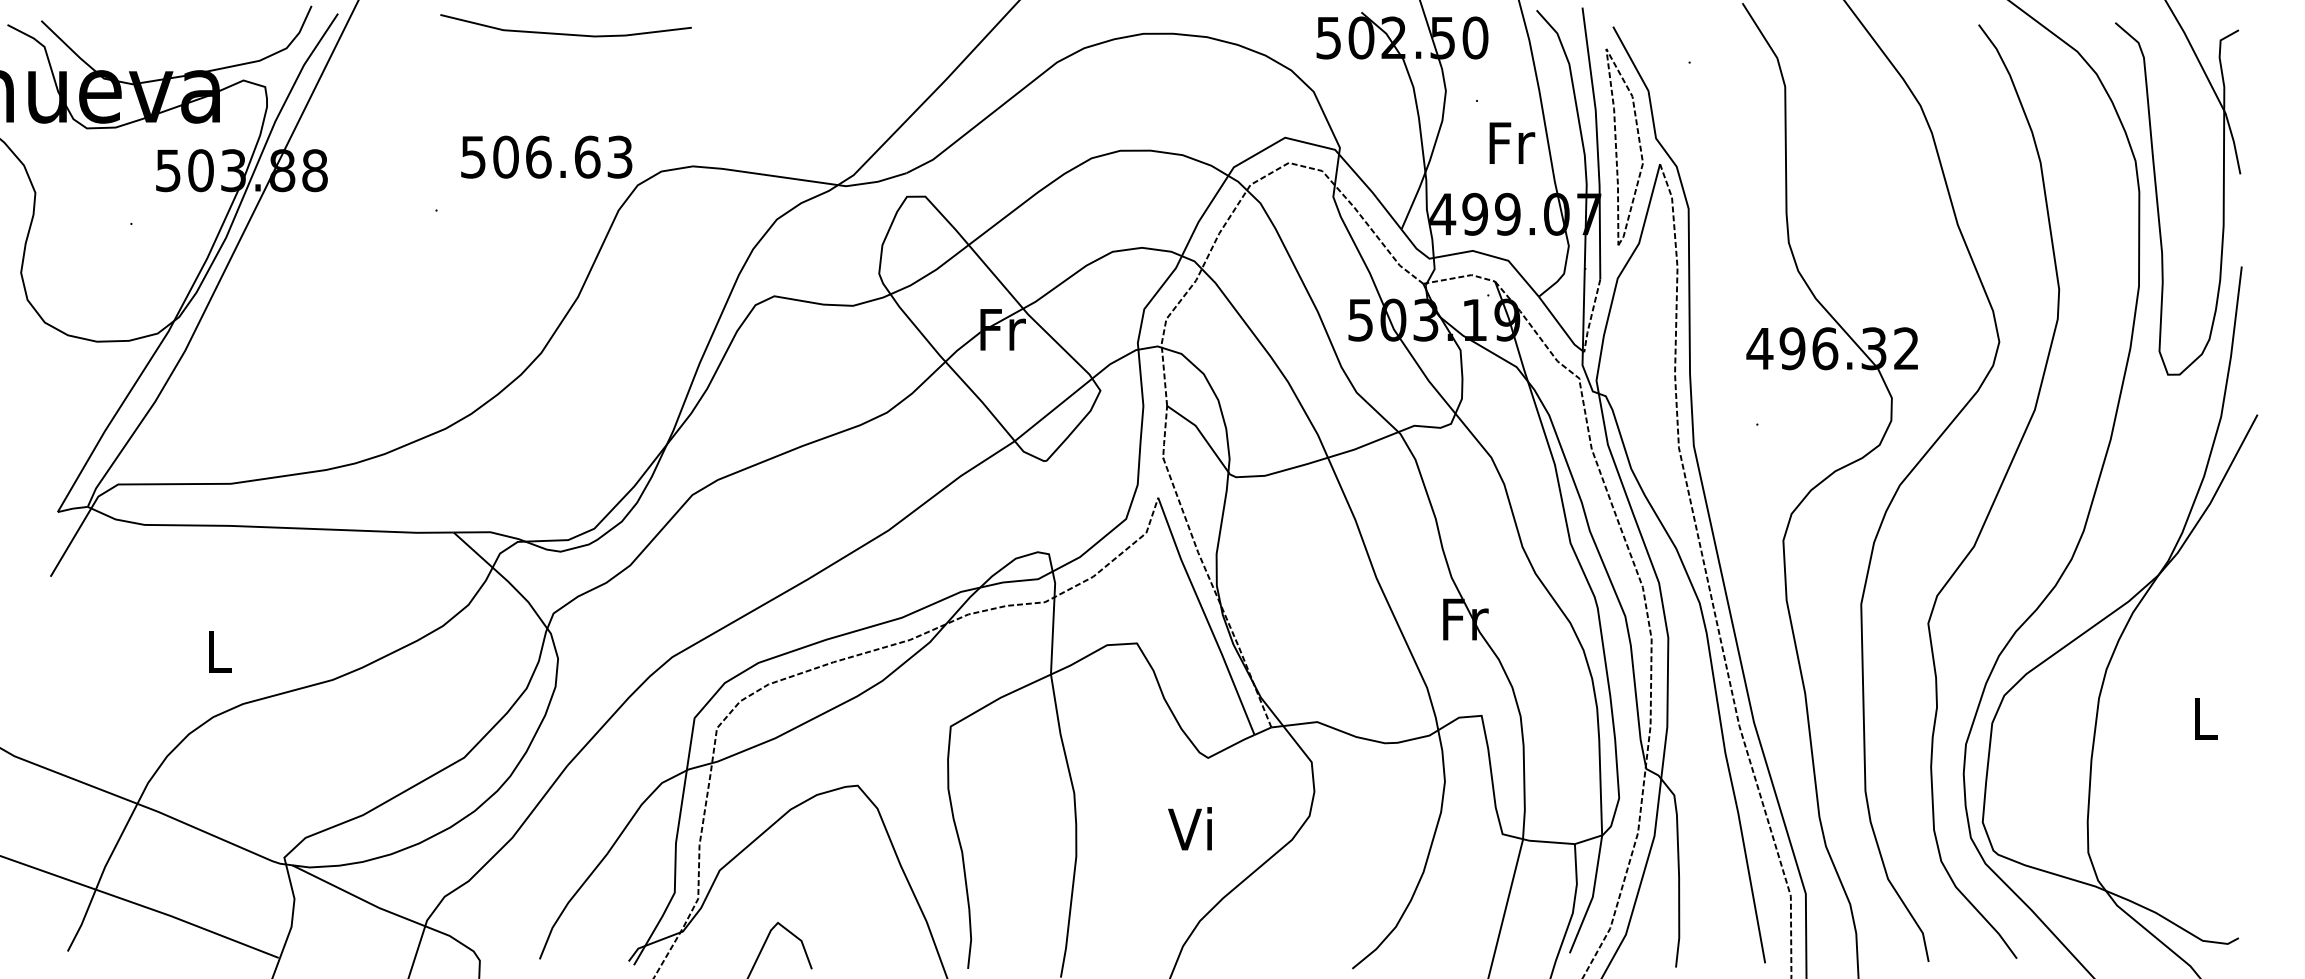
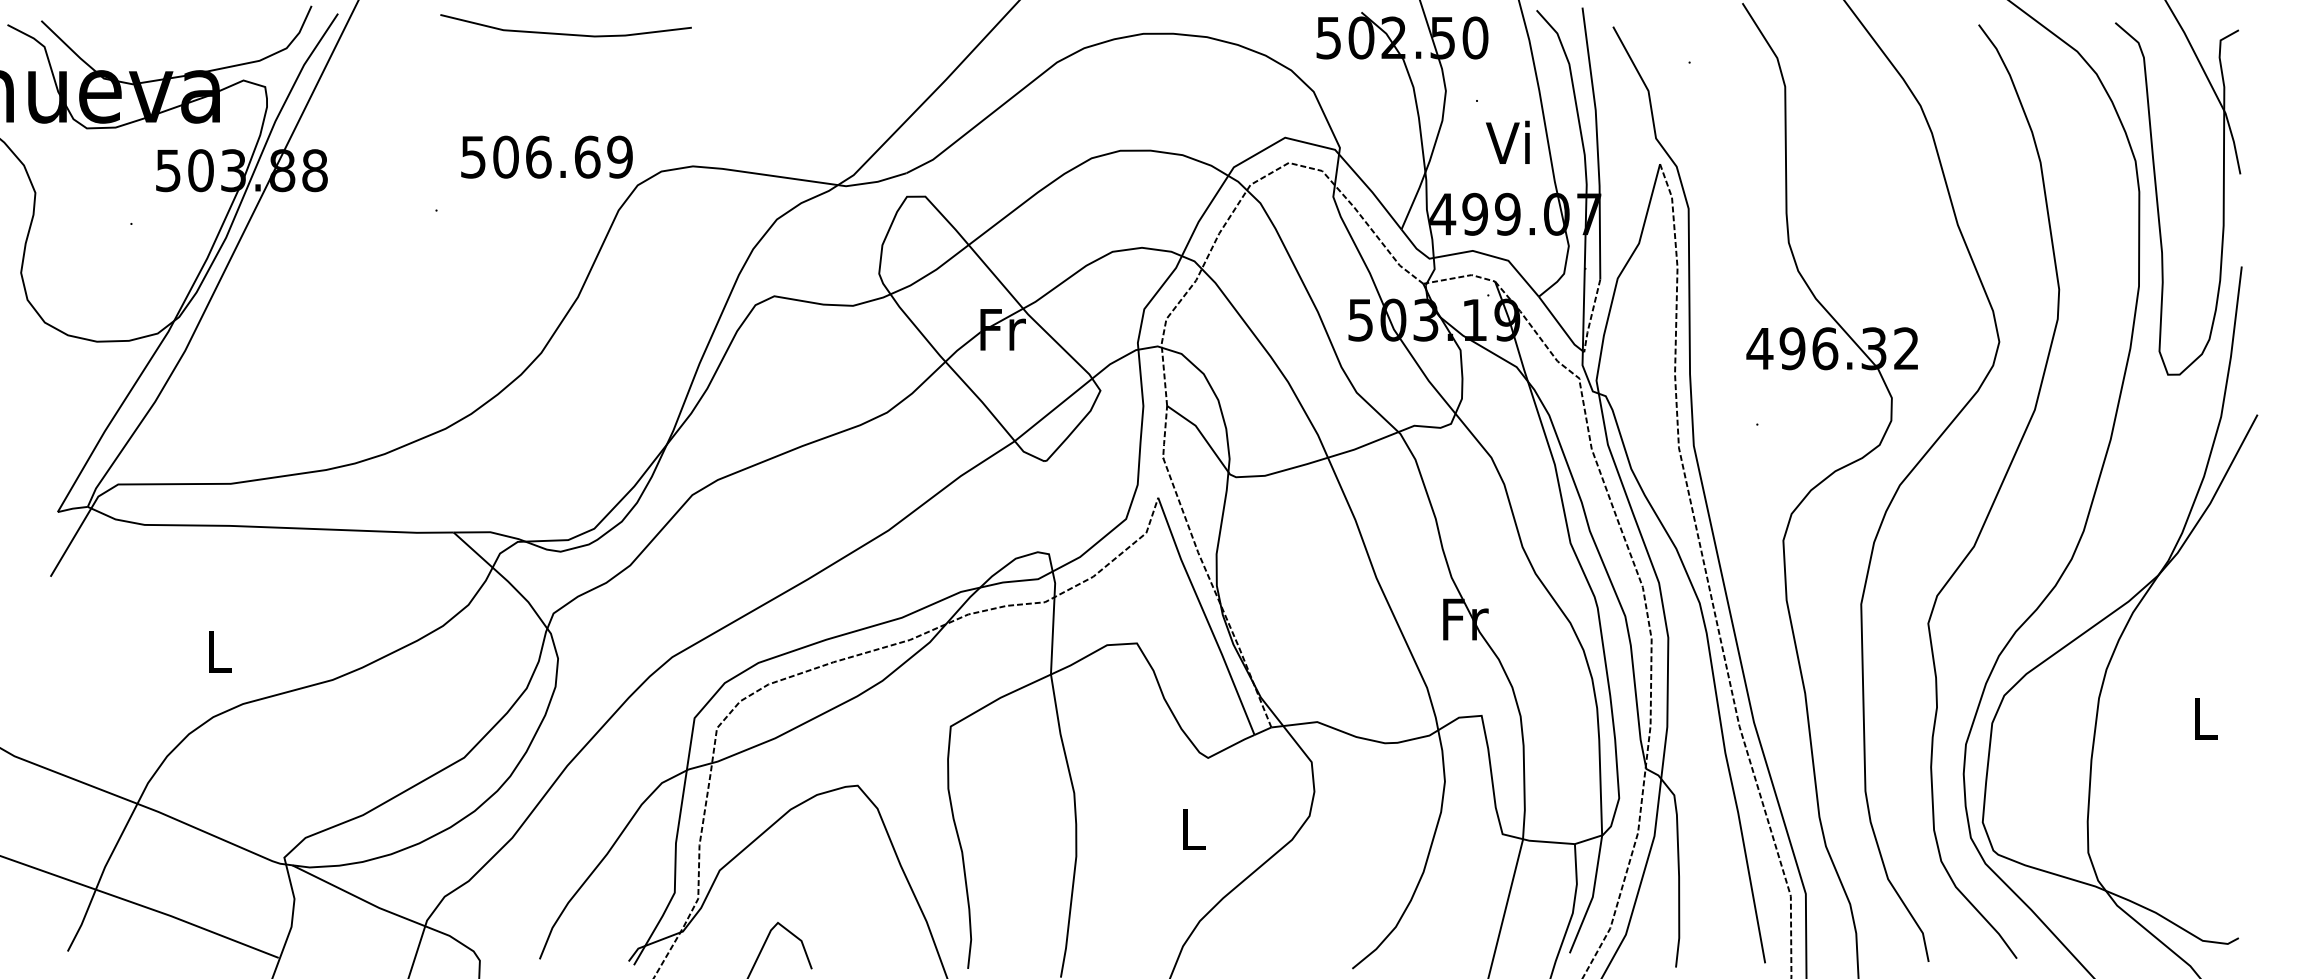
text at (1510, 141): Fr -> Vi
part at (1616, 146): present -> none
text at (619, 156): 506.63 -> 506.69
text at (1189, 828): Vi -> L
